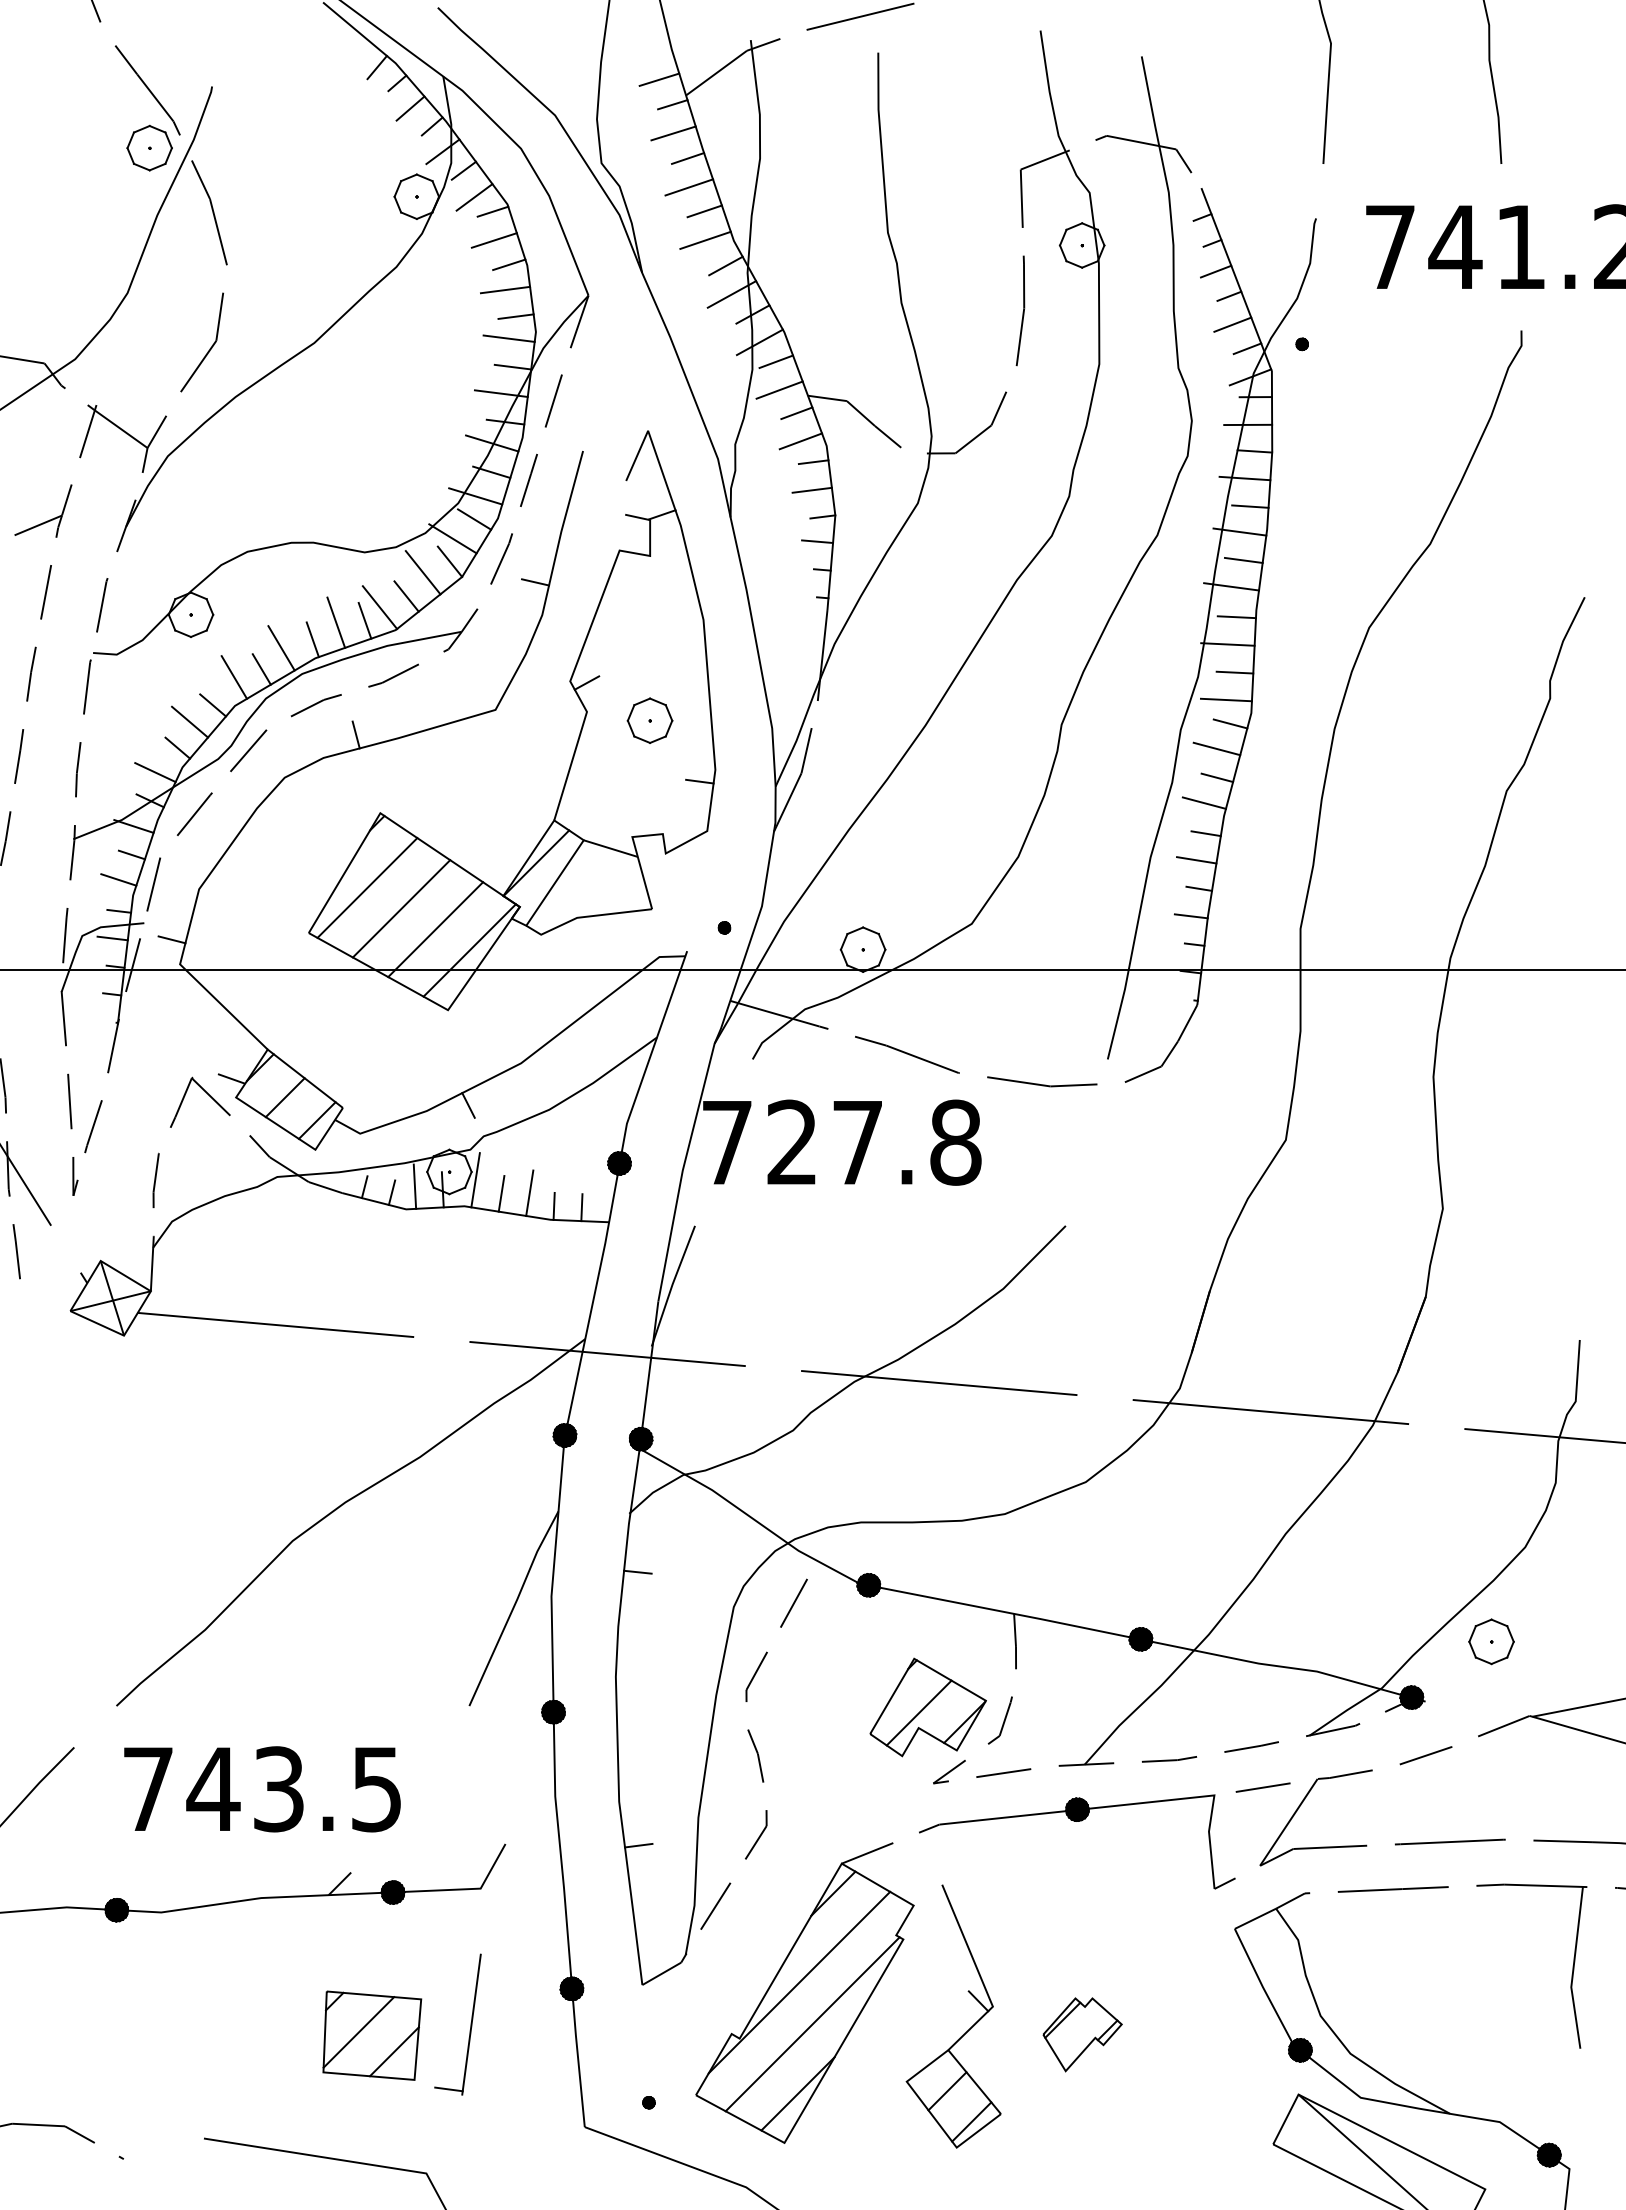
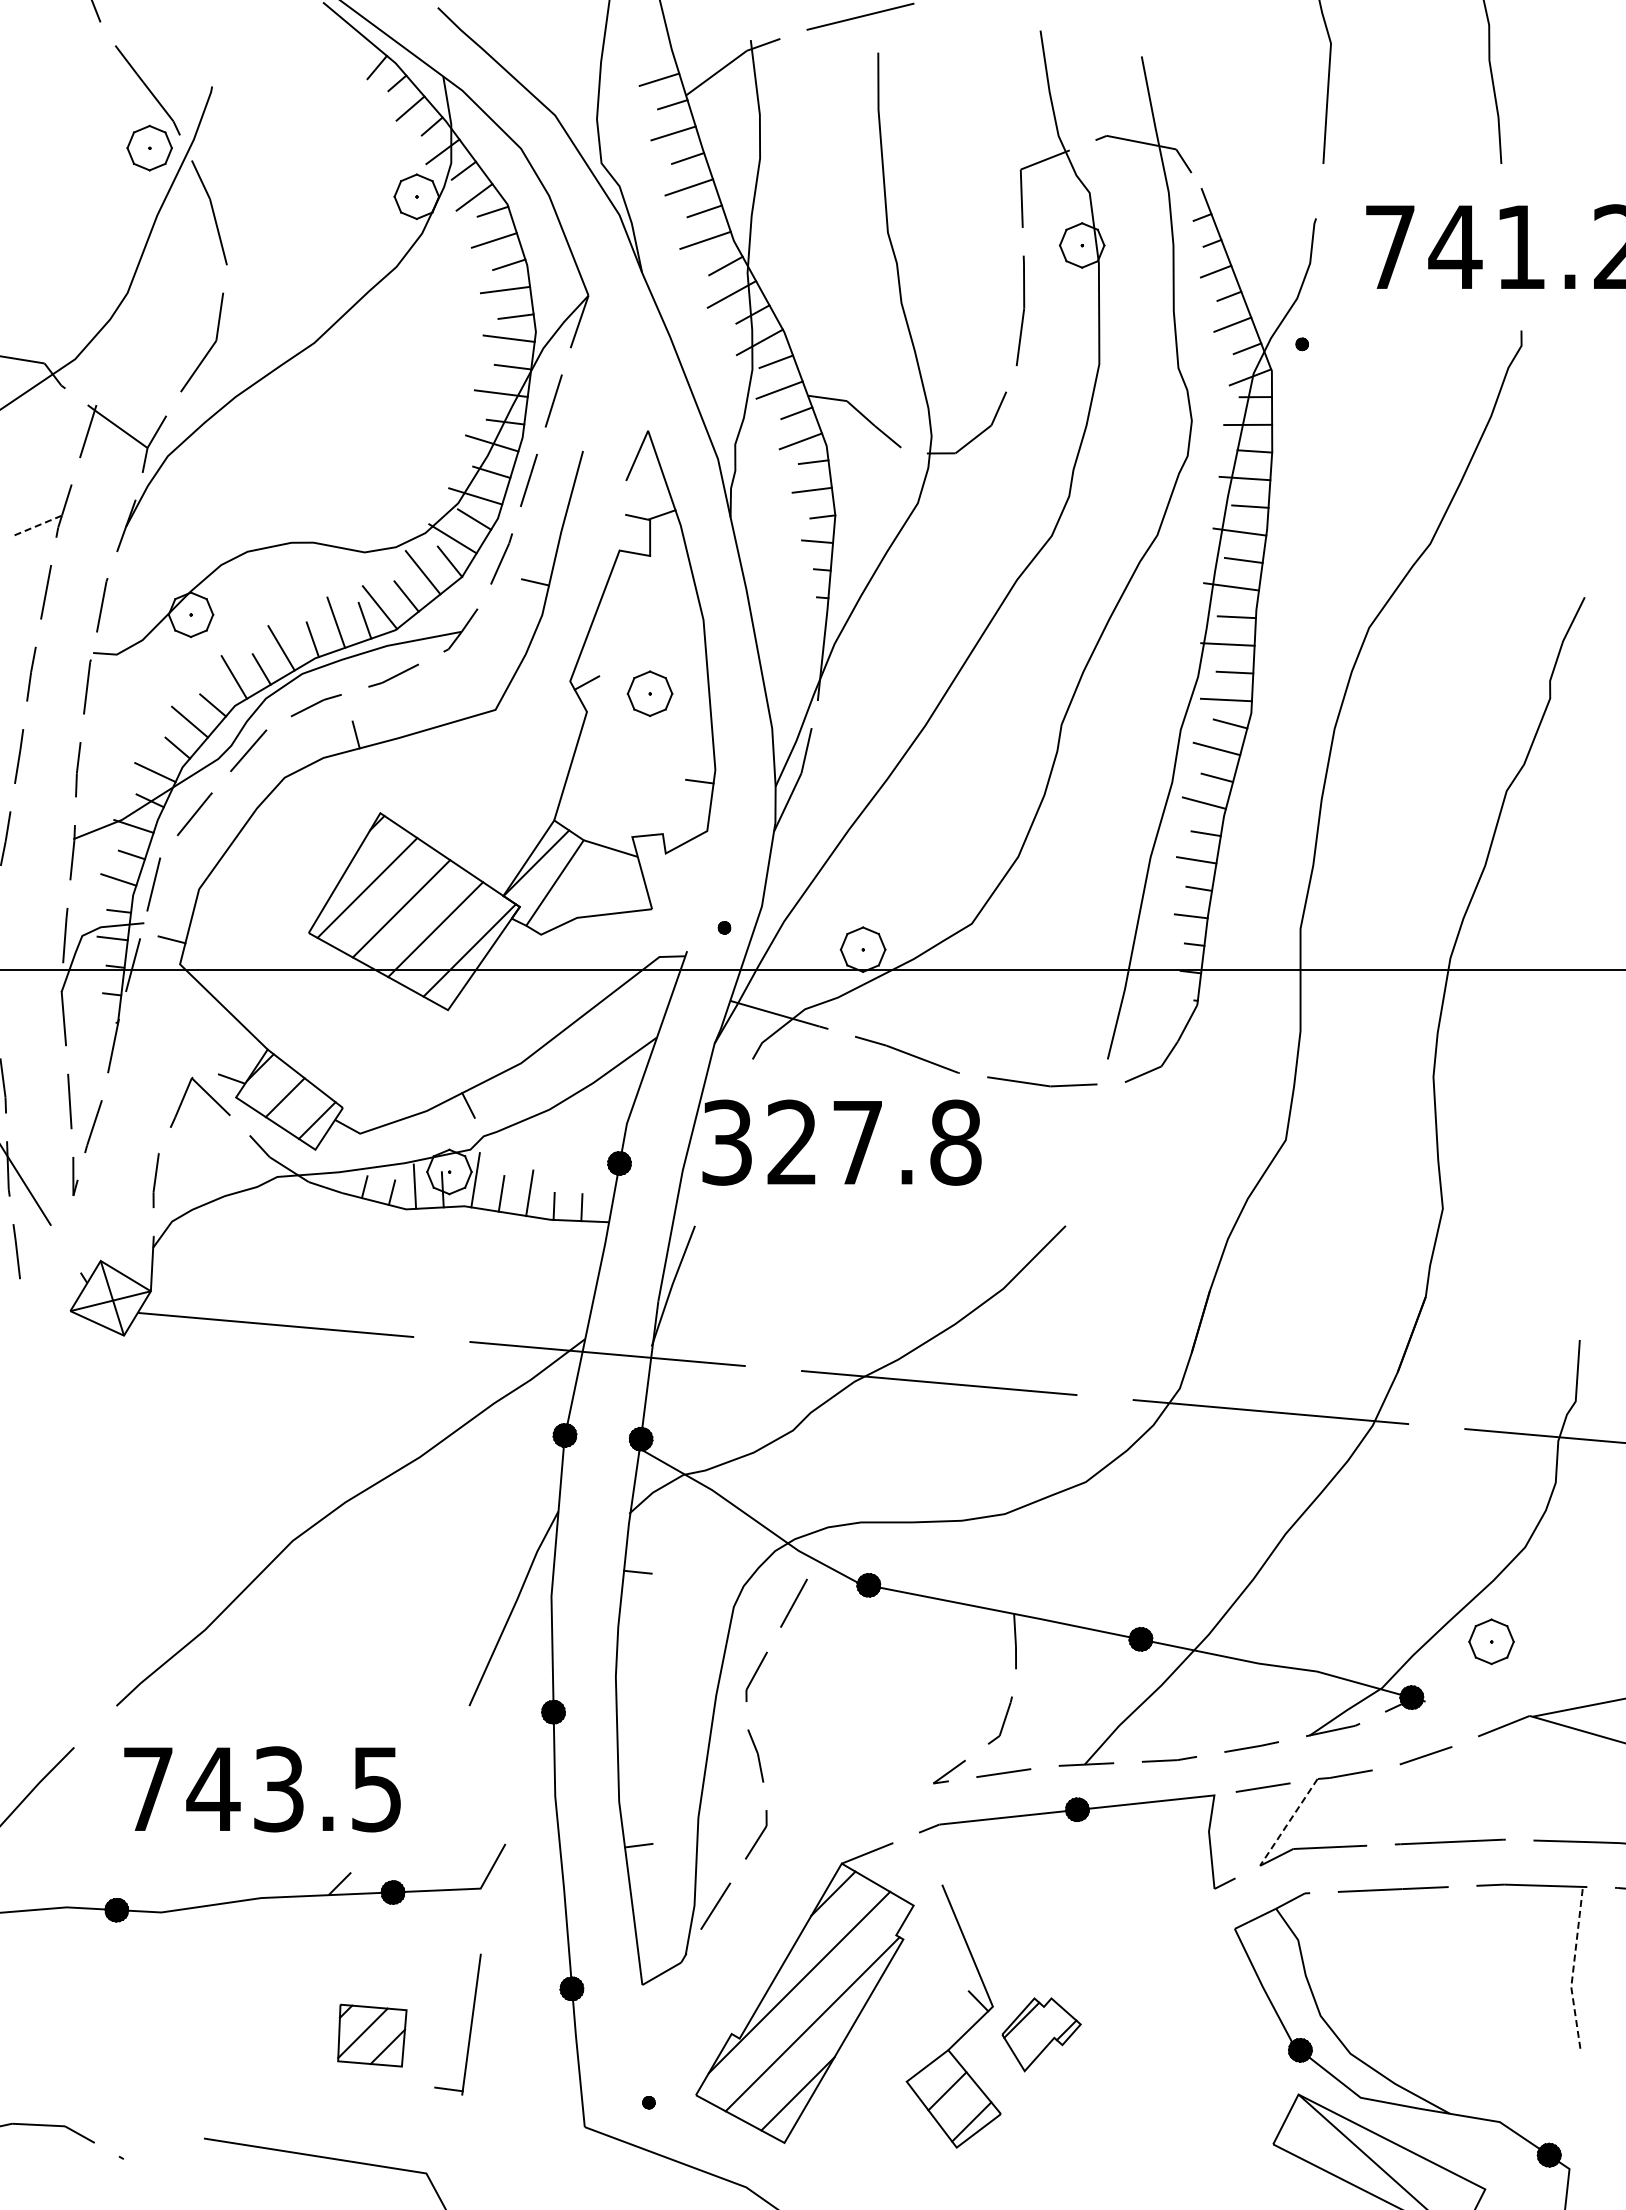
line at (38, 525): solid -> dashed
part at (649, 720) position: (649, 720) -> (649, 693)
text at (726, 1142): 727.8 -> 327.8
part at (927, 1707): present -> none
line at (1288, 1822): solid -> dashed
line at (1573, 1968): solid -> dashed
part at (1082, 2034) position: (1082, 2034) -> (1041, 2034)
part at (372, 2035) size: 101x91 px -> 71x65 px
